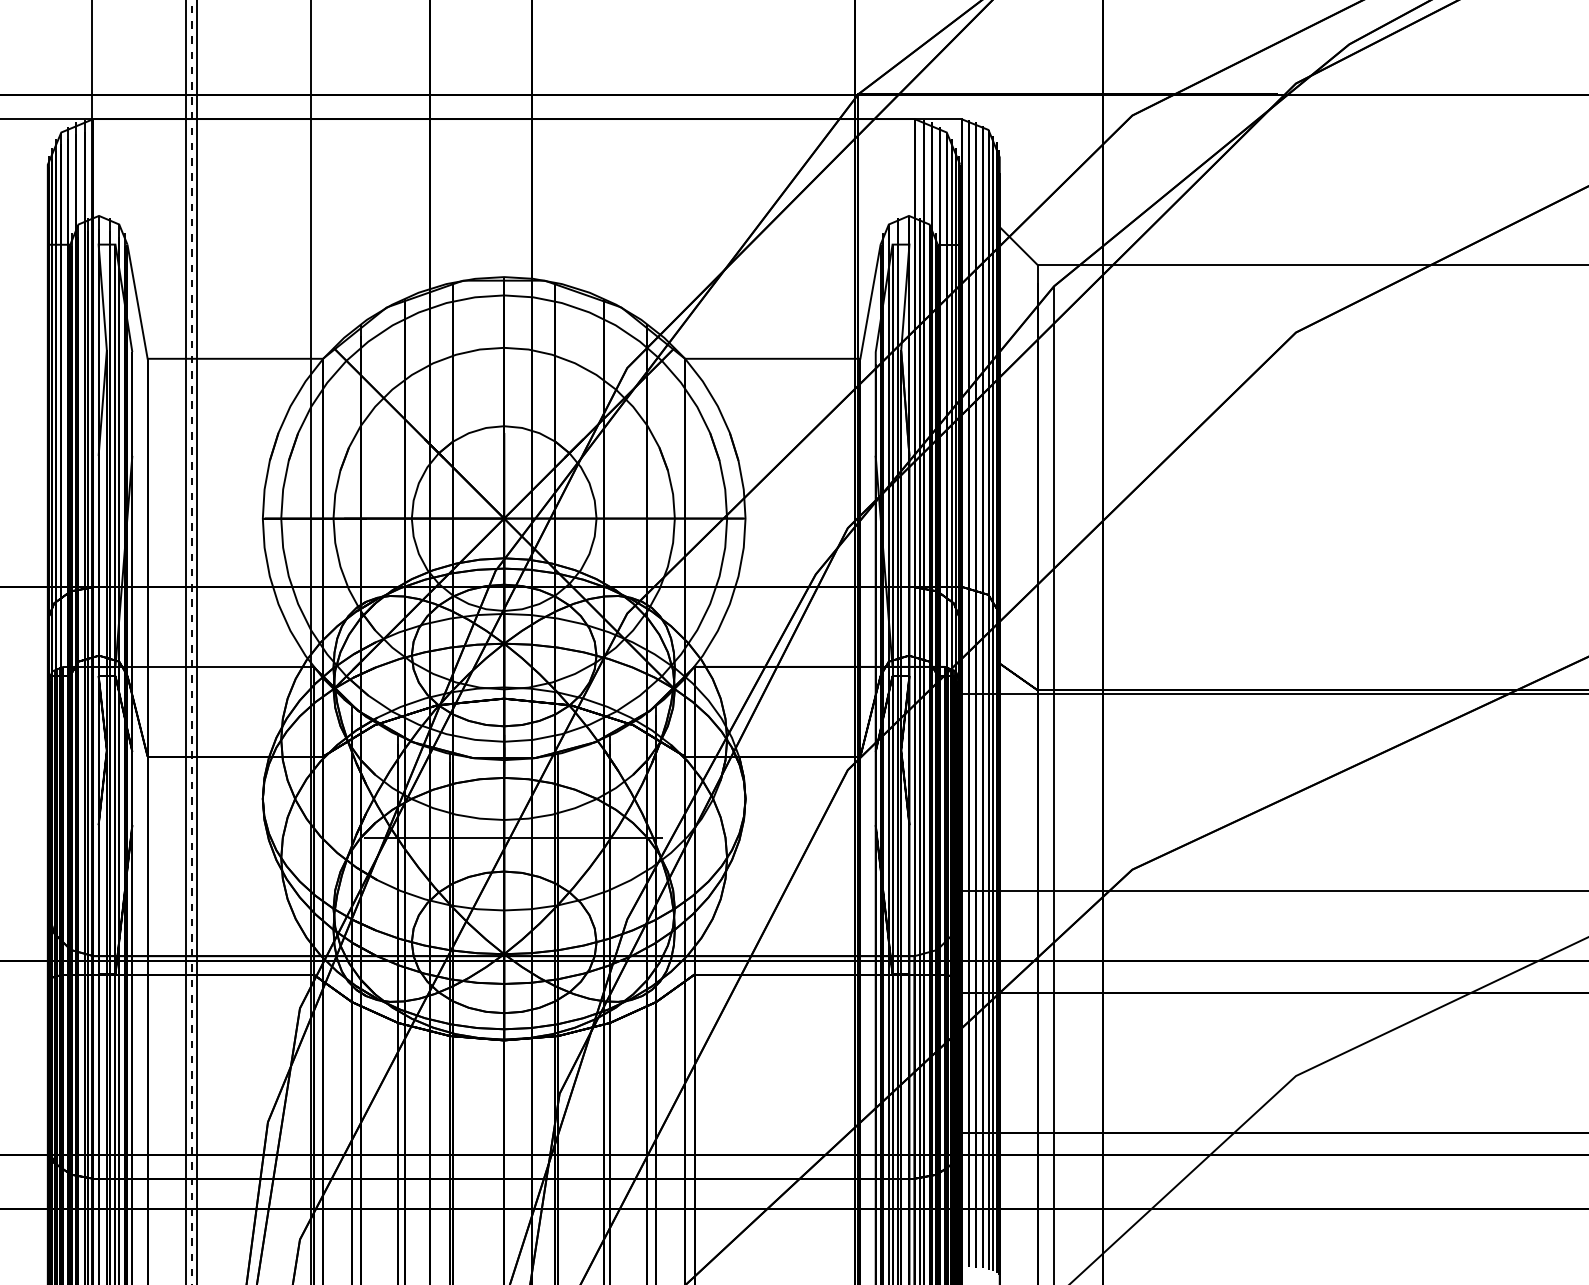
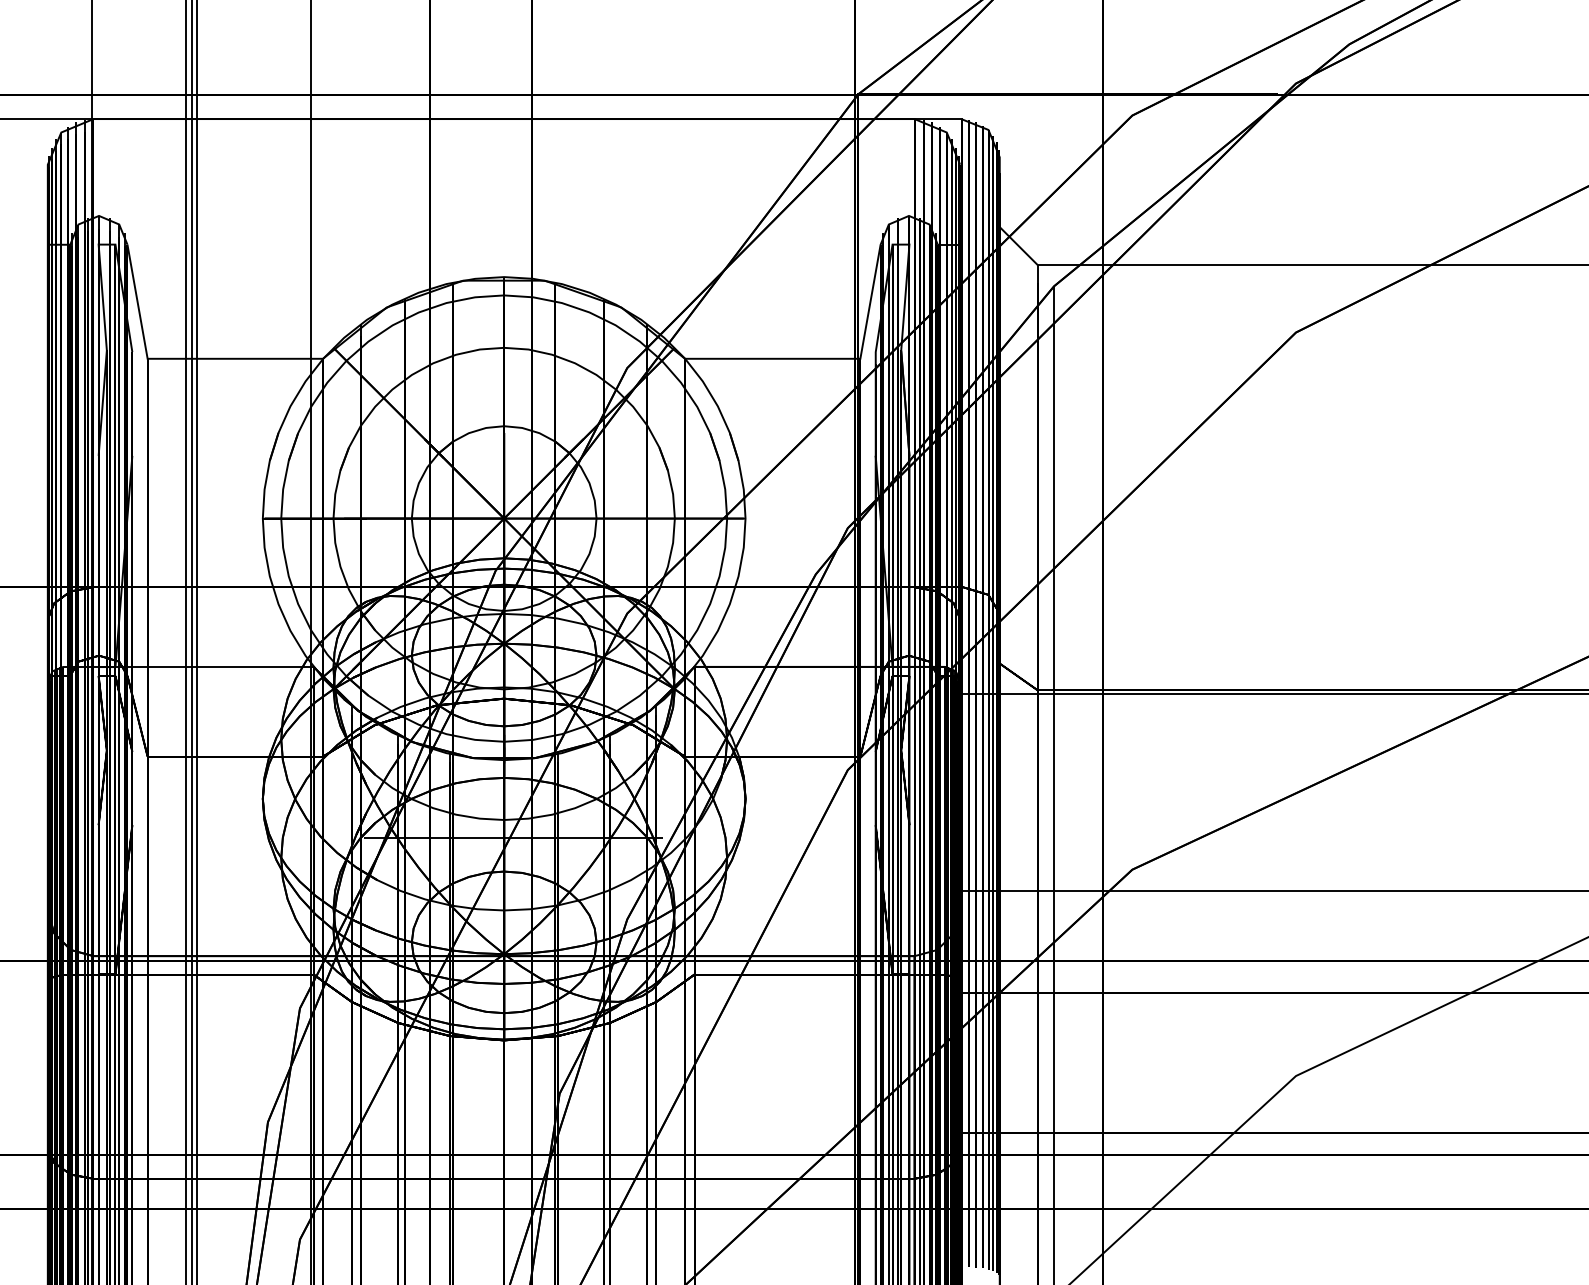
line at (192, 642): dashed -> solid
